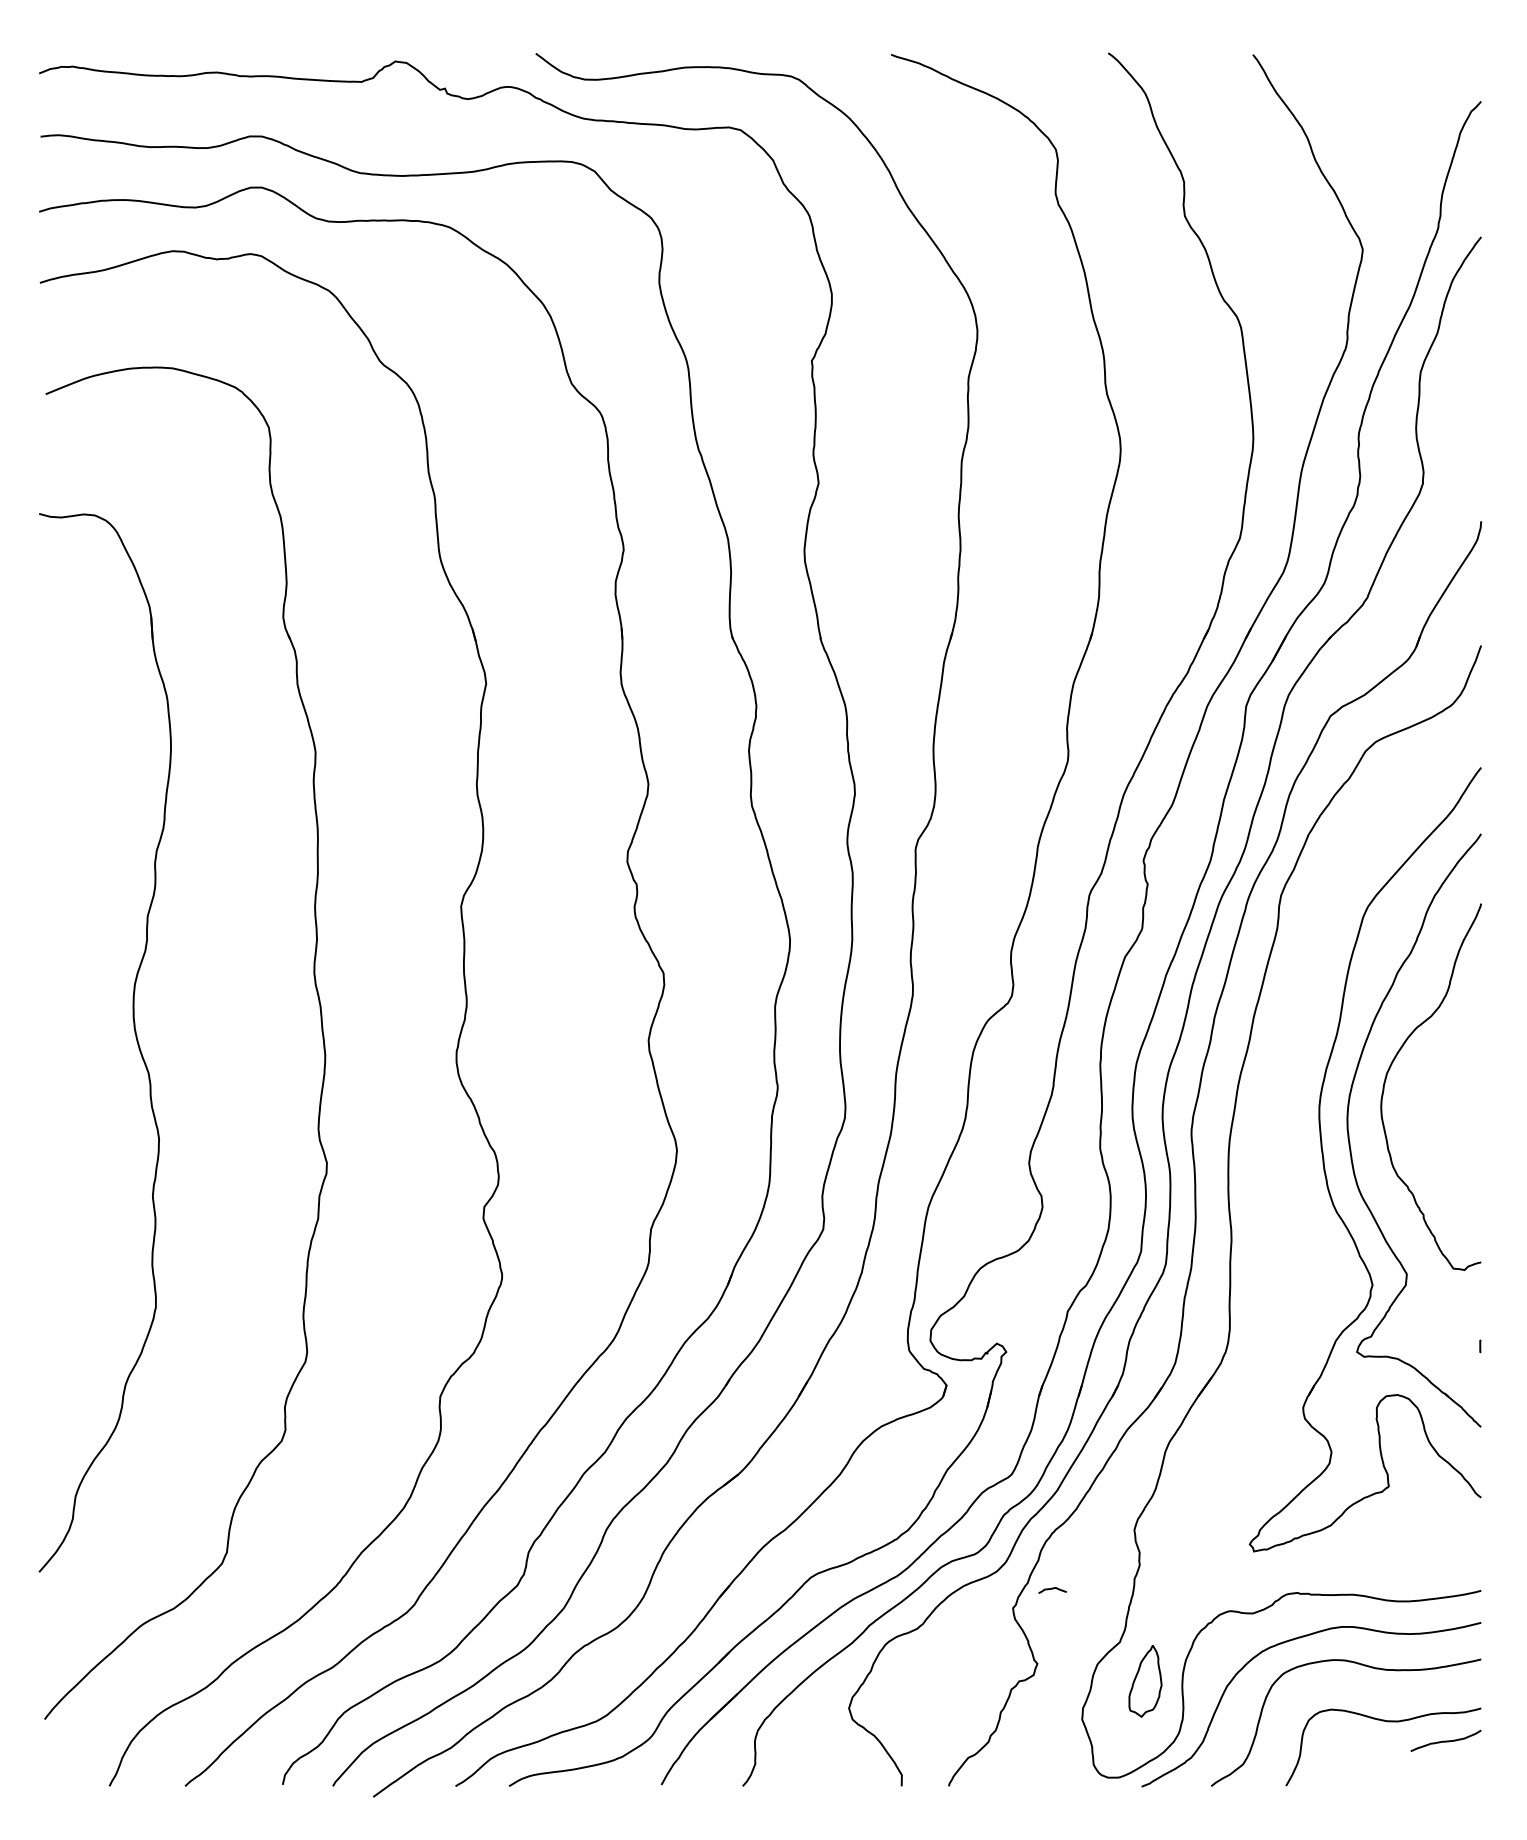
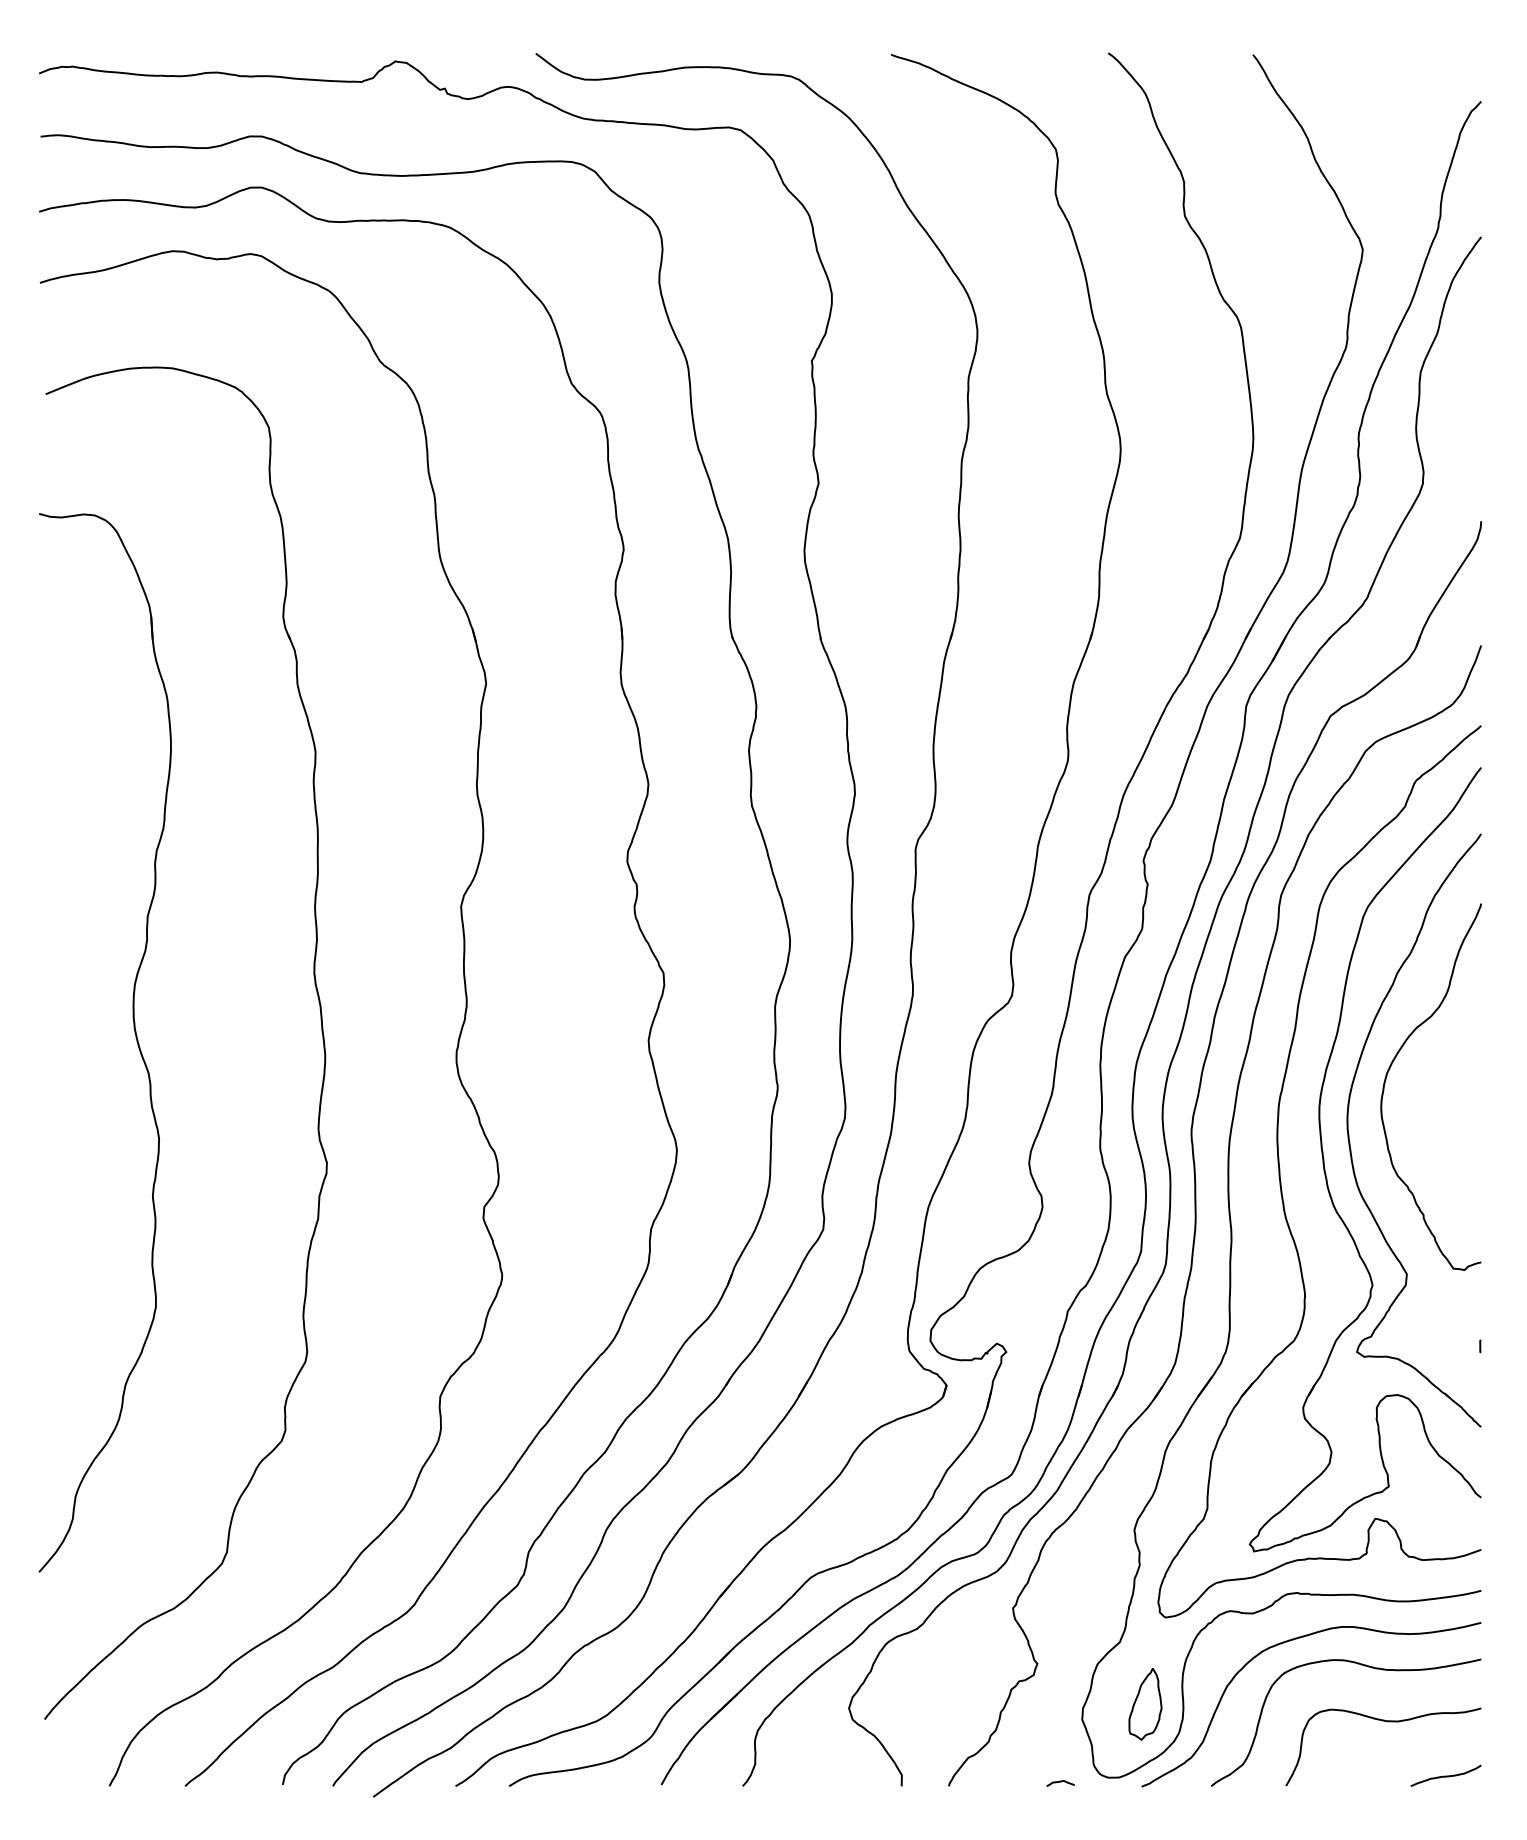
part at (1280, 1171): none -> present
curve at (1052, 1589) position: (1052, 1589) -> (1060, 1782)
part at (1145, 1681) position: (1145, 1681) -> (1145, 1704)
curve at (1445, 1740) position: (1445, 1740) -> (1445, 1775)
